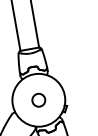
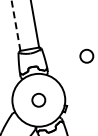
line at (15, 25): solid -> dashed
circle at (86, 55): none -> present
